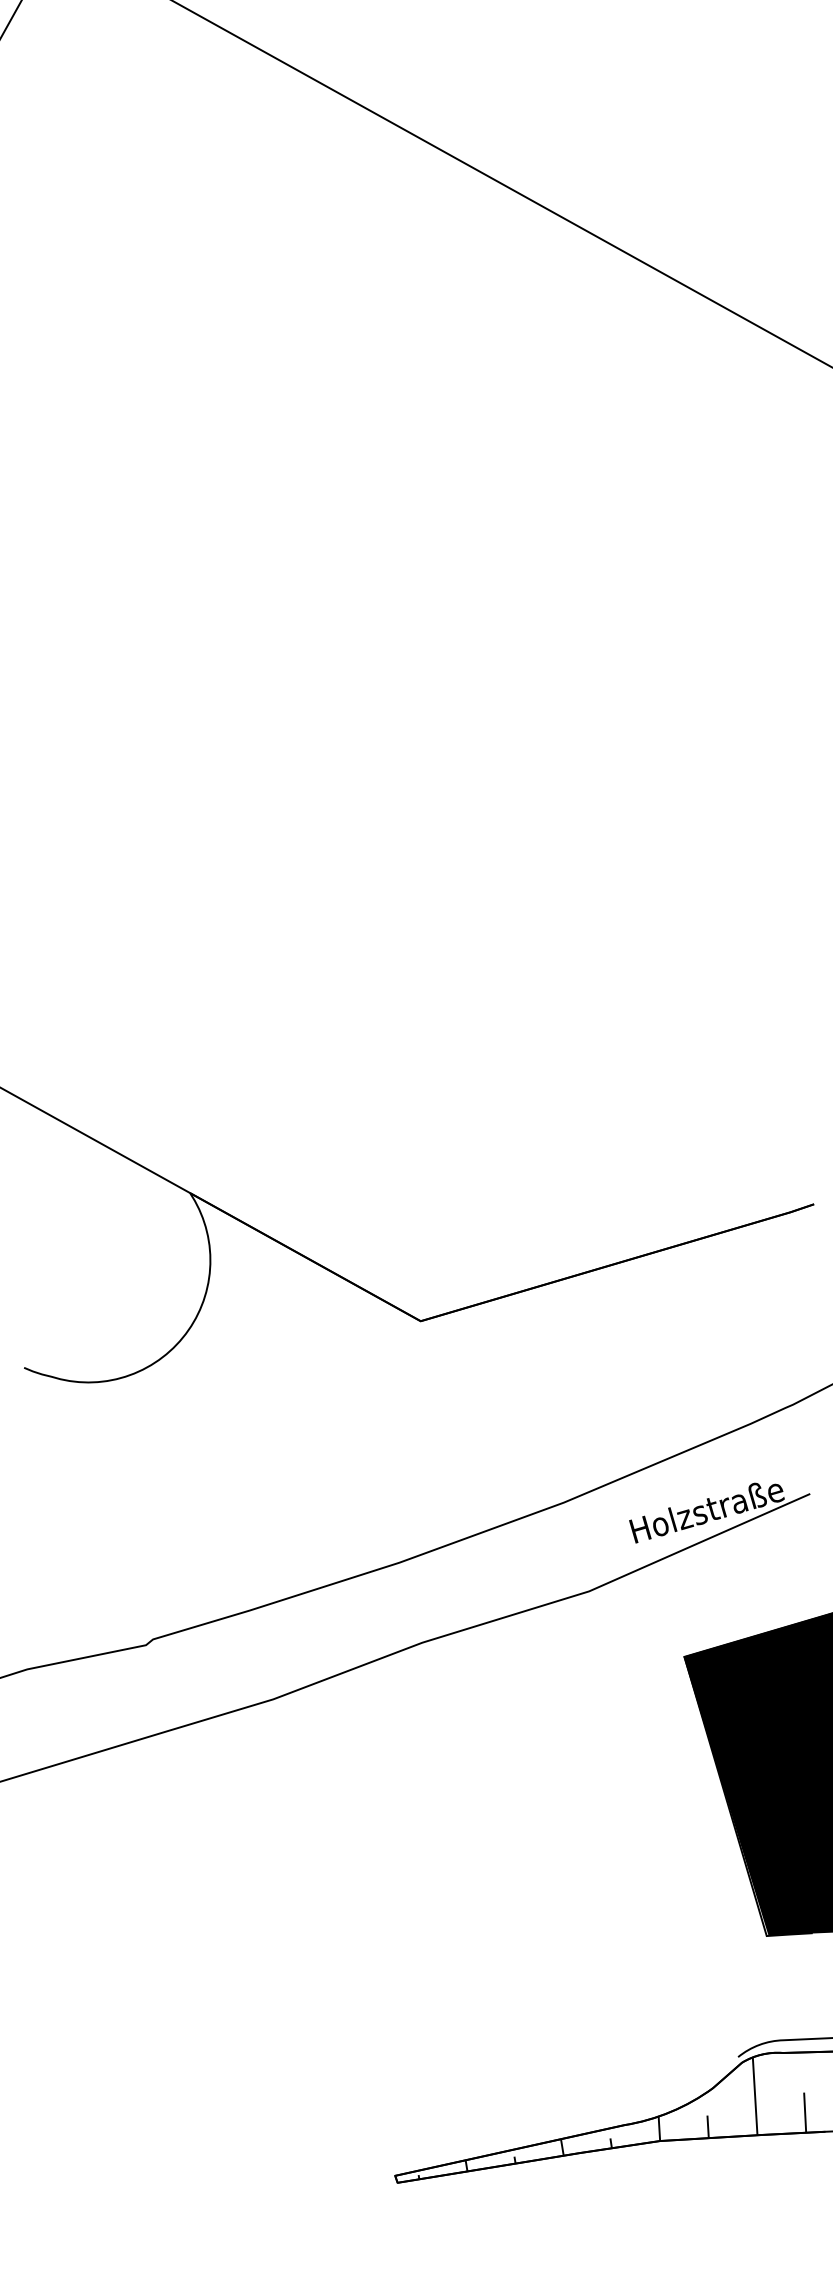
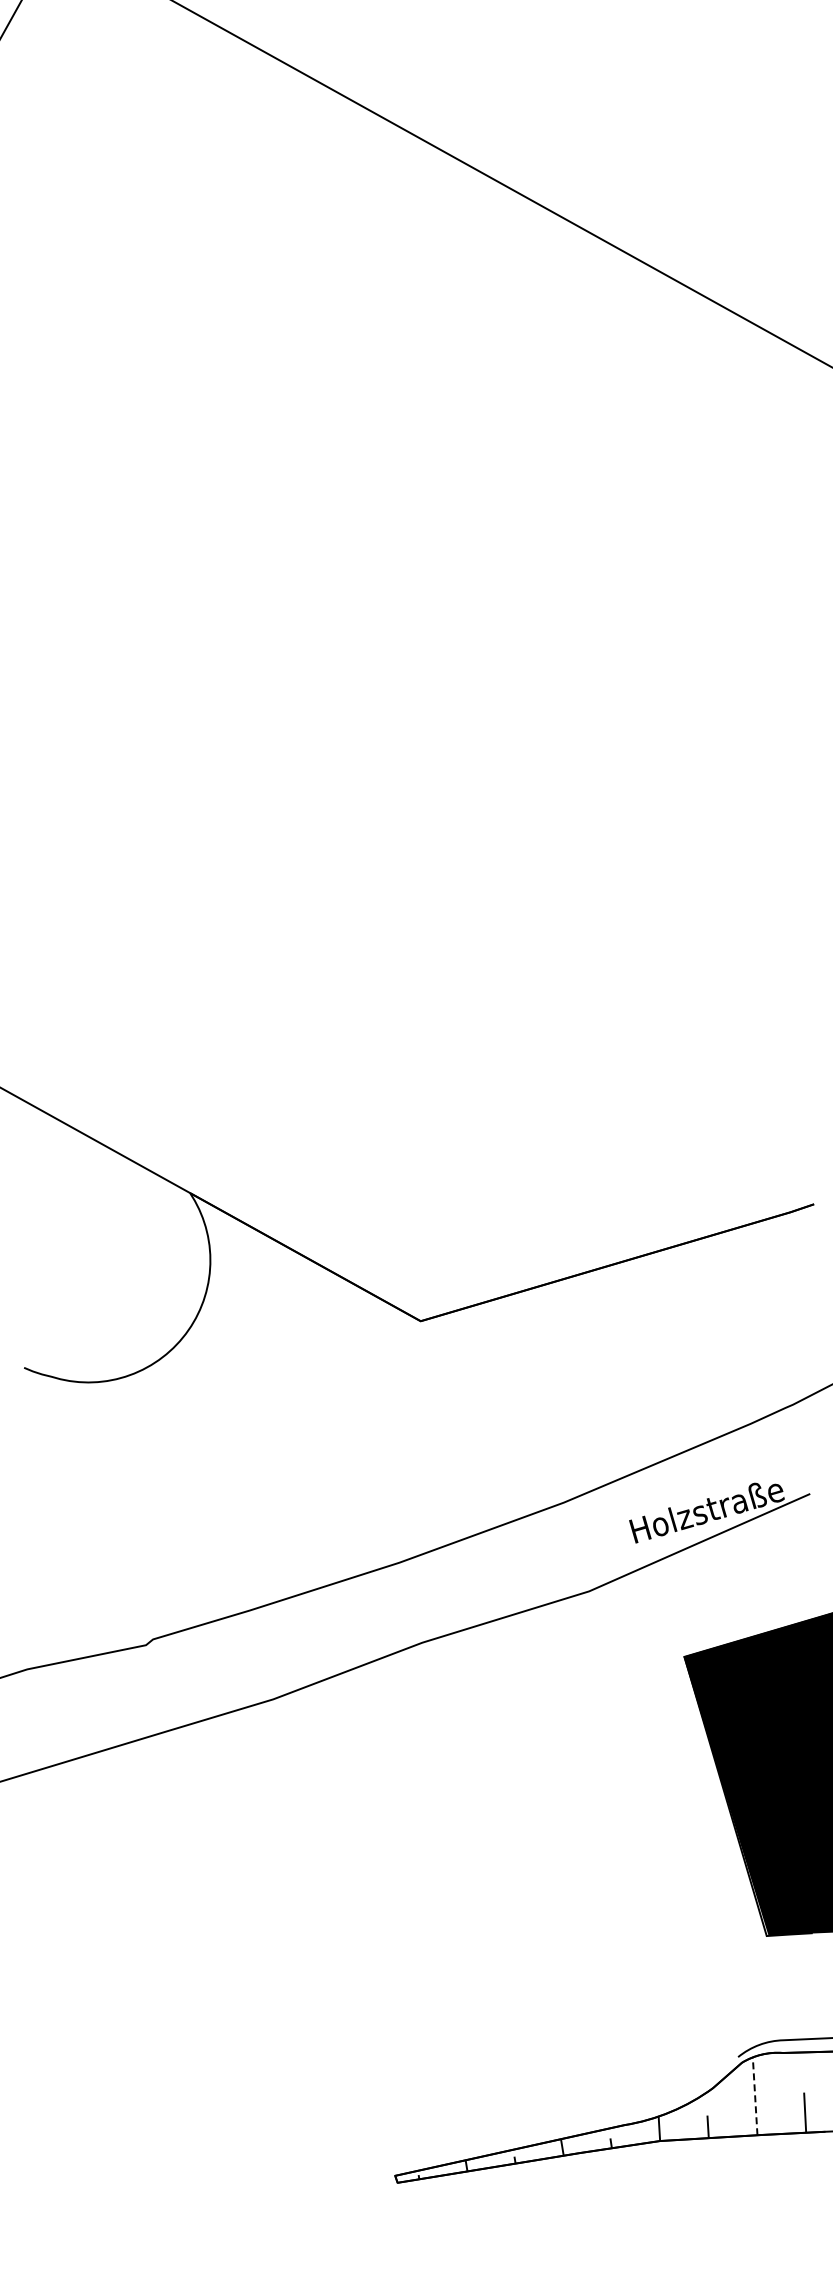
line at (755, 2096): solid -> dashed
